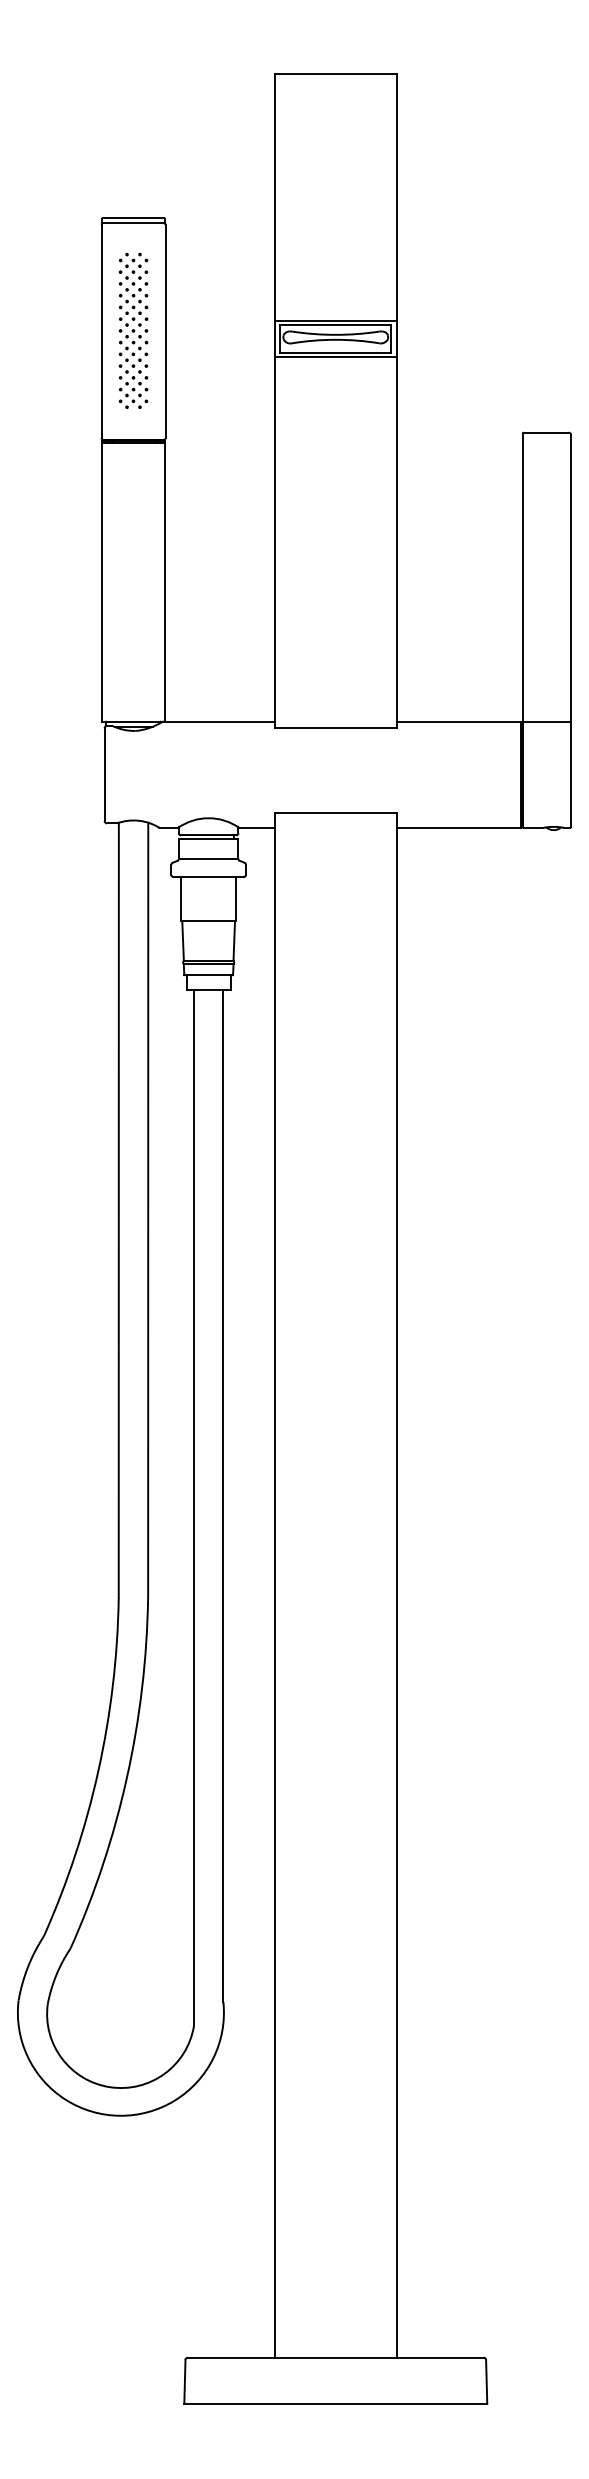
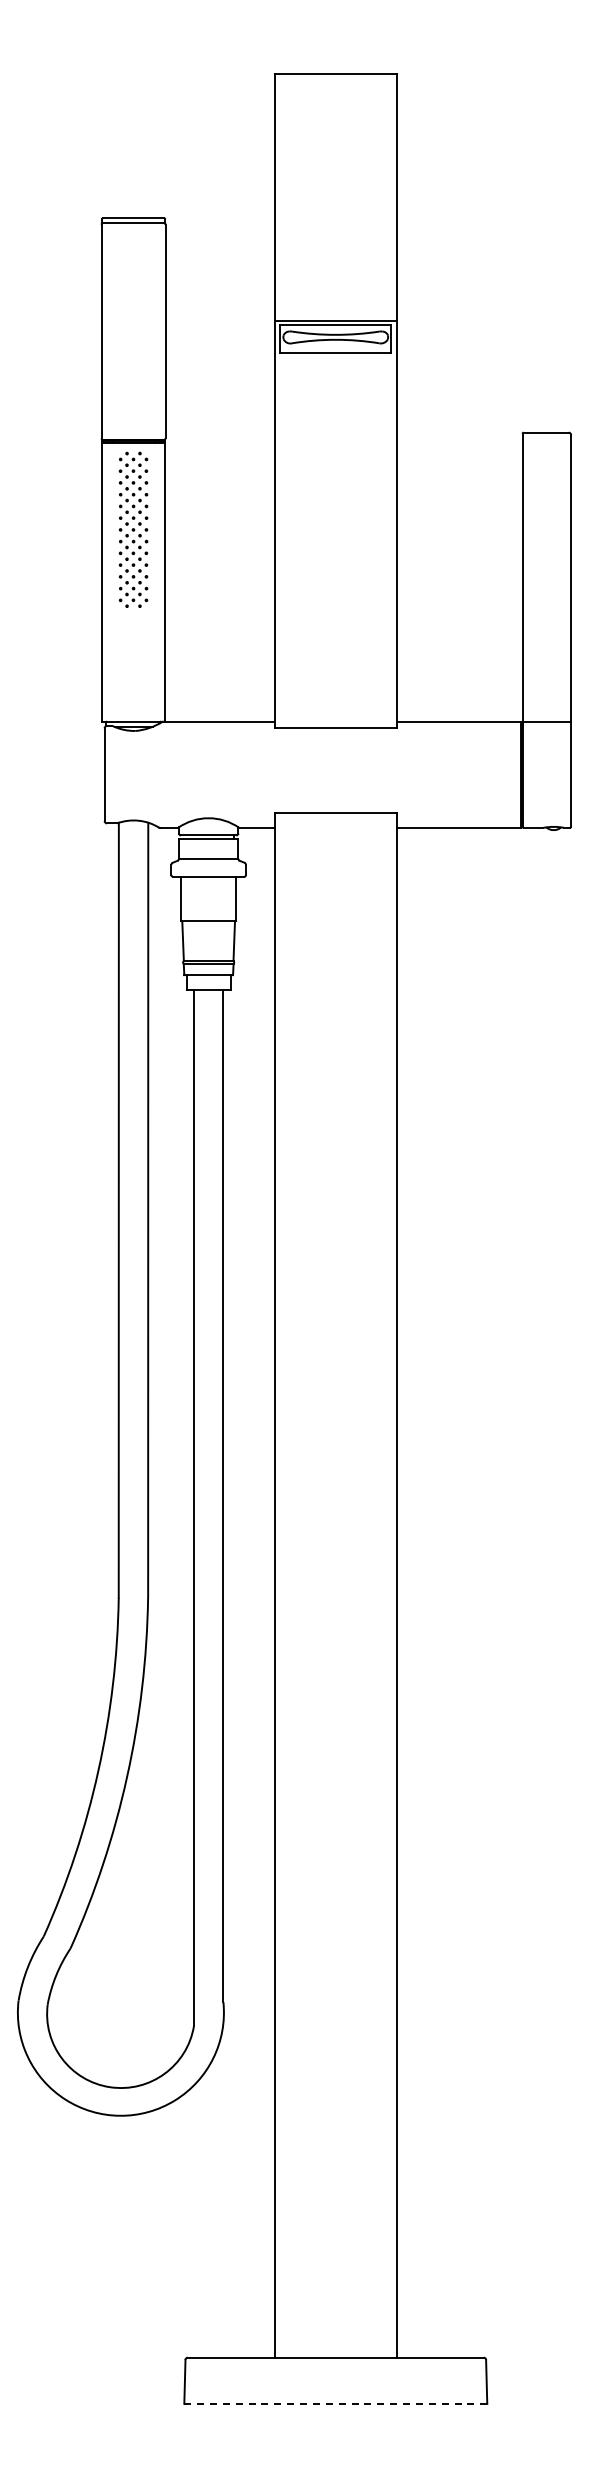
part at (133, 330) position: (133, 330) -> (133, 529)
line at (335, 356): present -> none
line at (335, 2403): solid -> dashed
